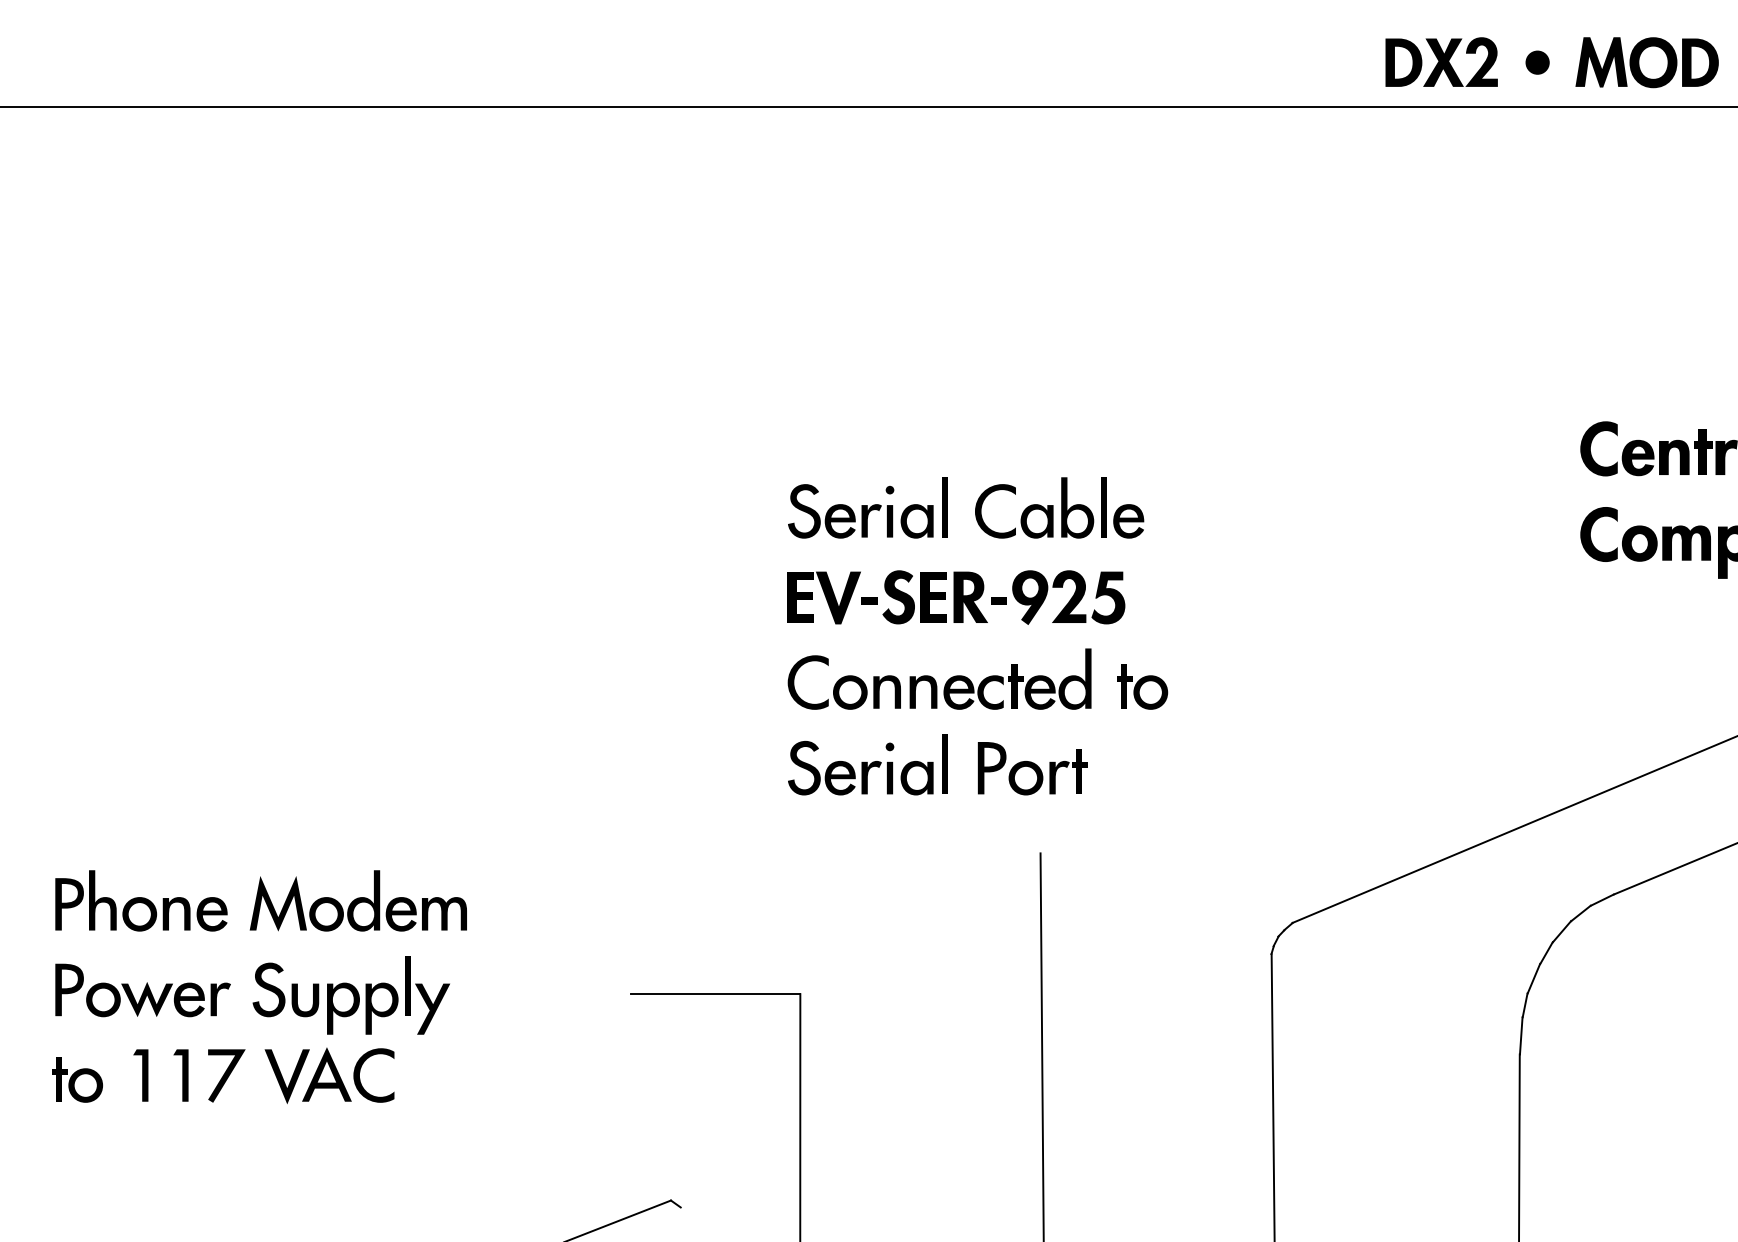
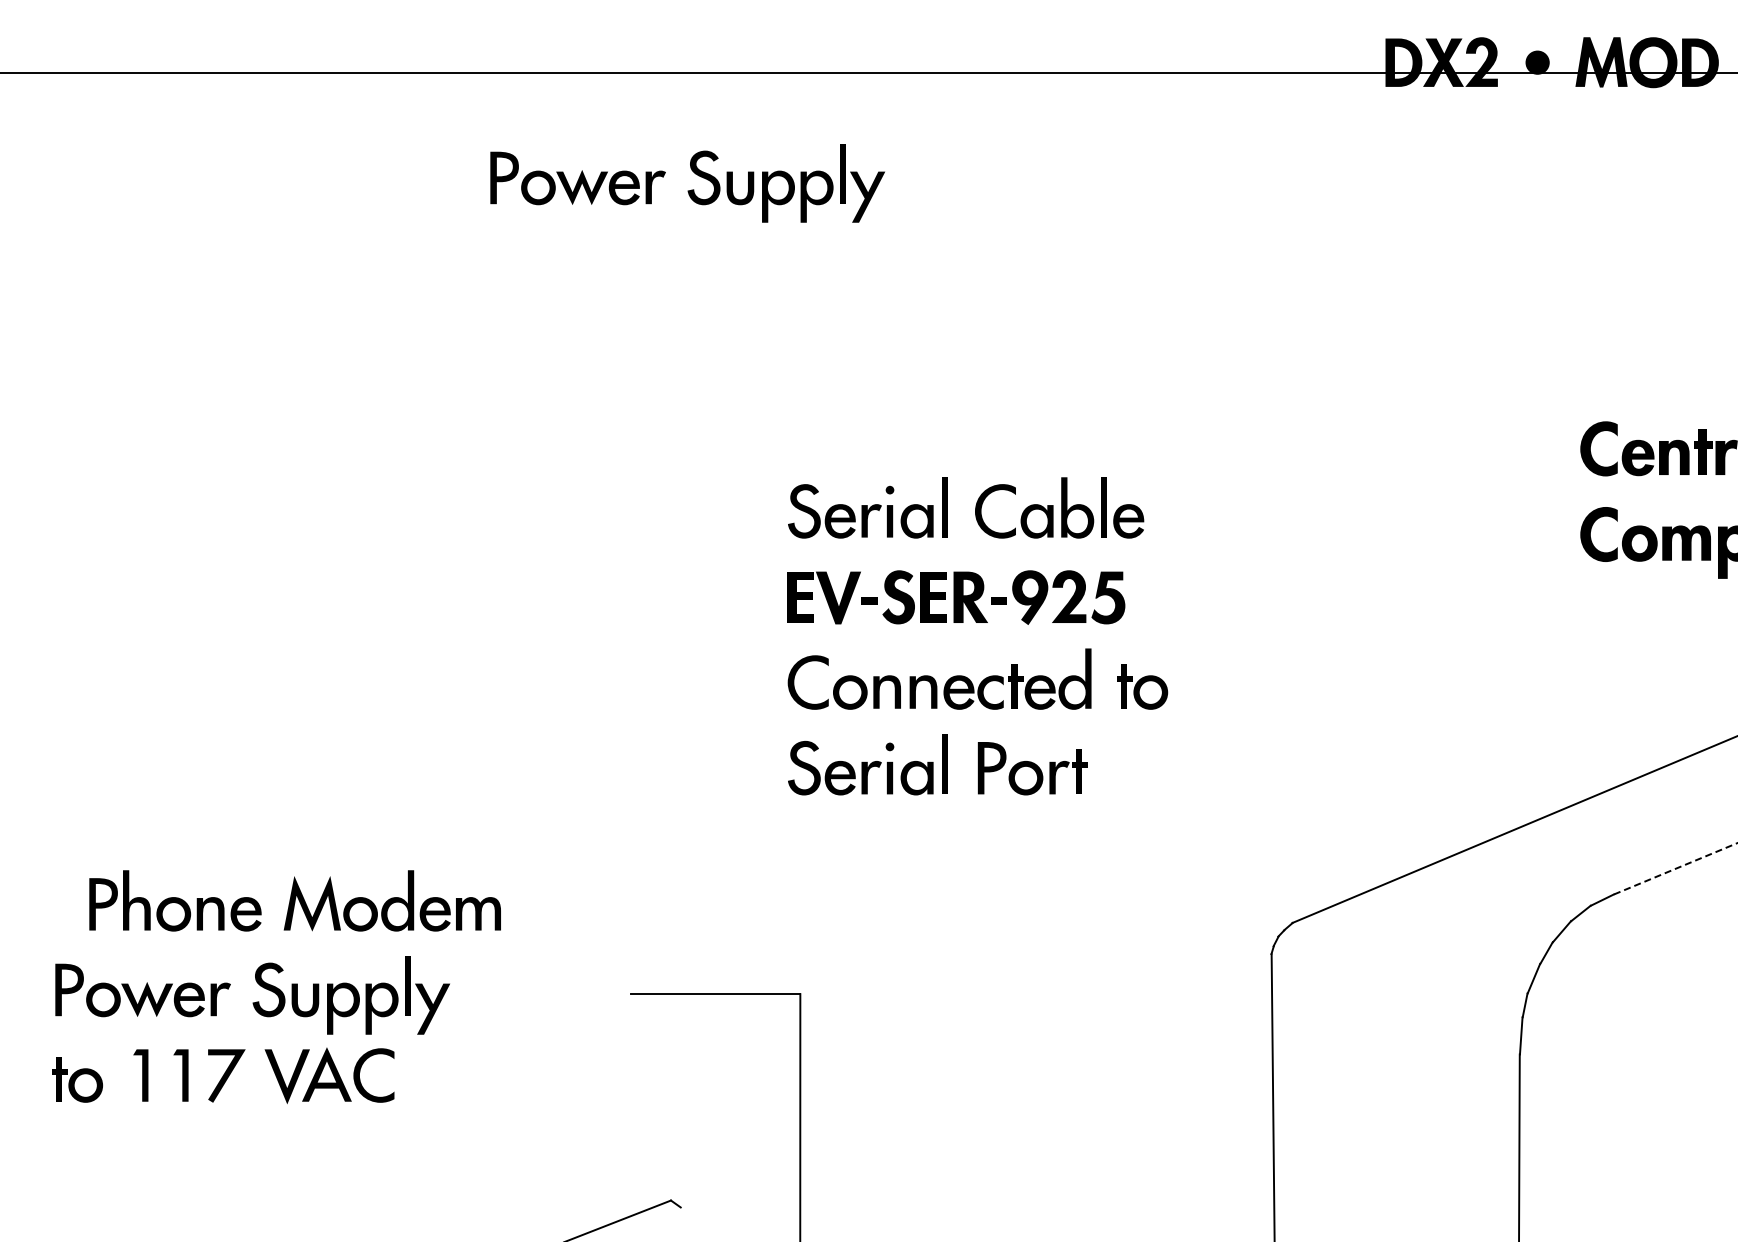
line at (868, 107) position: (868, 107) -> (868, 73)
part at (687, 190): none -> present
line at (1675, 868): solid -> dashed
part at (260, 900) position: (260, 900) -> (294, 900)
line at (1041, 1045): present -> none
